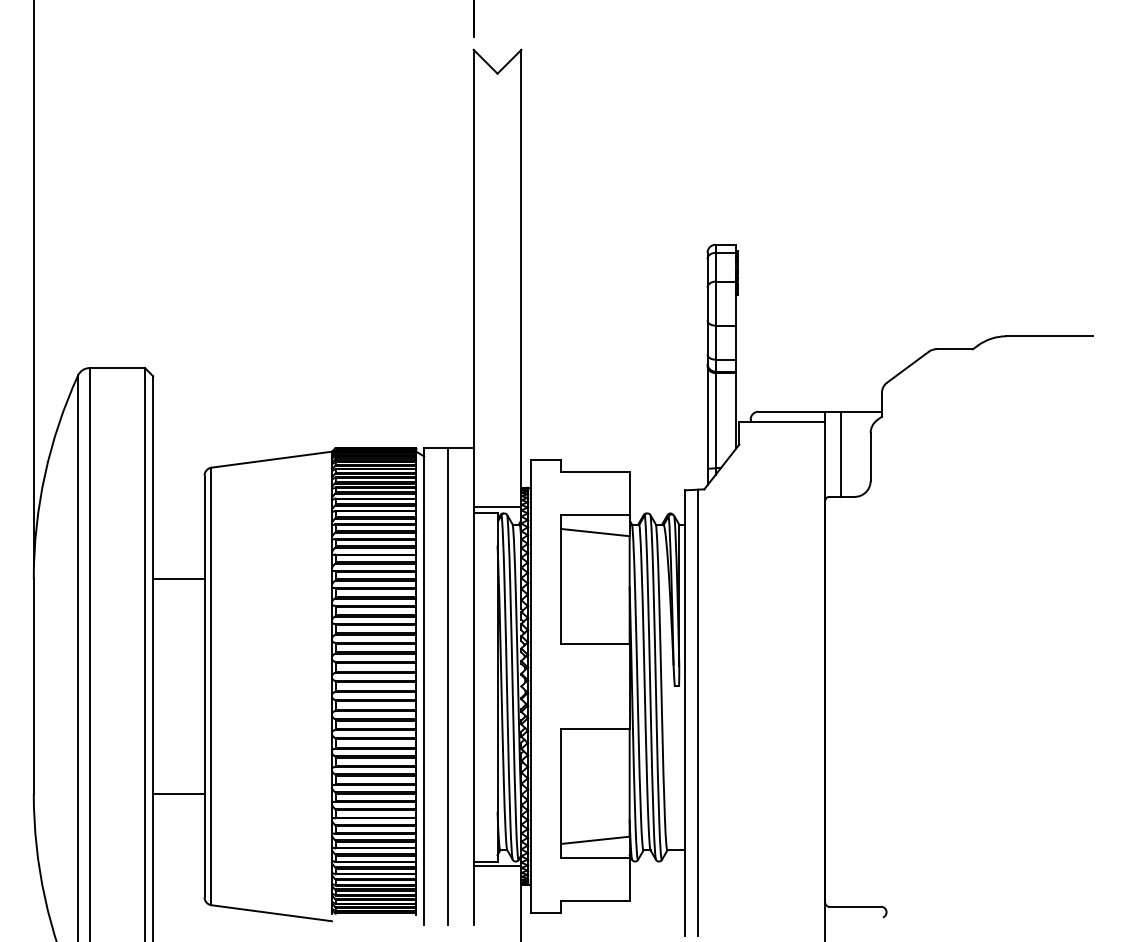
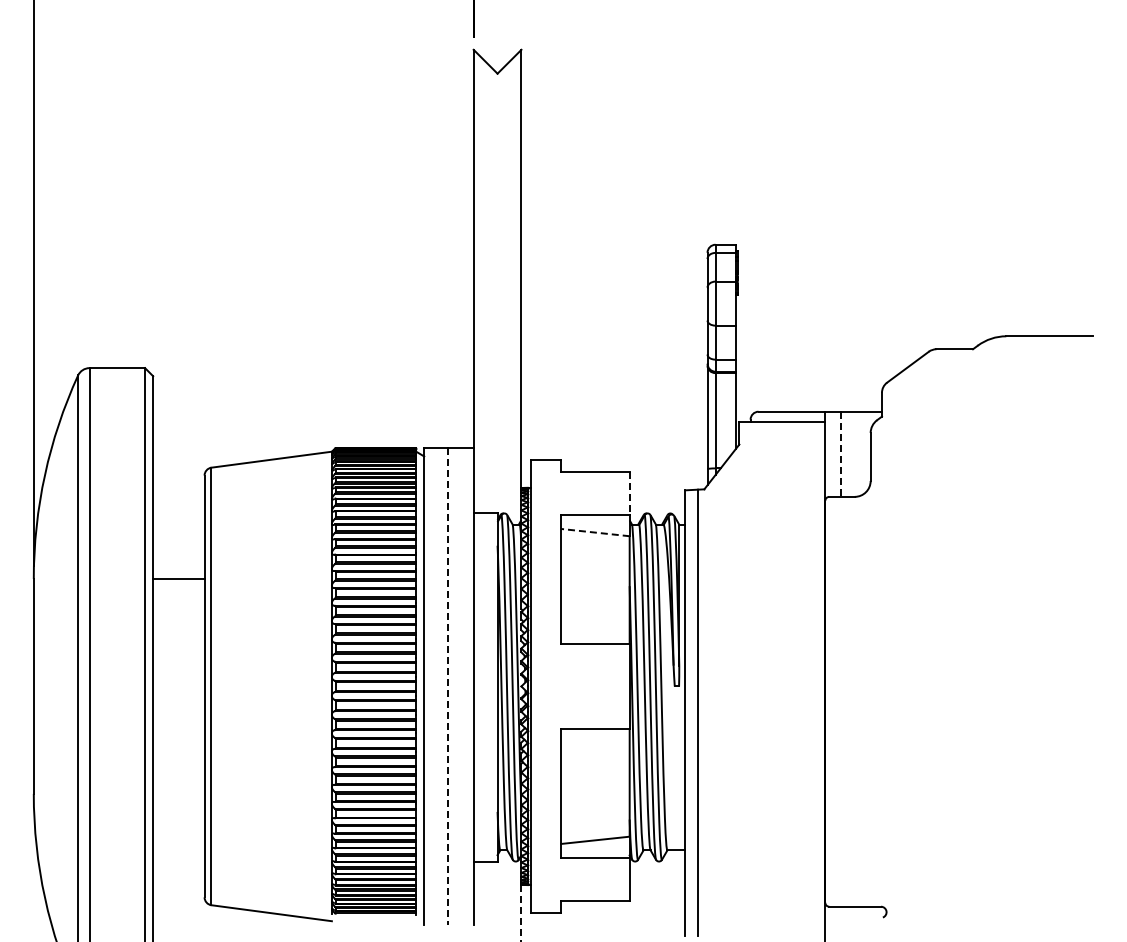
line at (841, 454): solid -> dashed
line at (629, 494): solid -> dashed
line at (497, 507): present -> none
line at (594, 532): solid -> dashed
line at (448, 686): solid -> dashed
line at (178, 793): present -> none
line at (497, 865): present -> none
line at (521, 913): solid -> dashed
